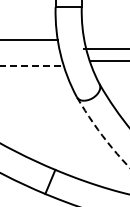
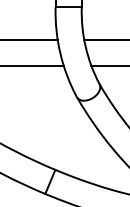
line at (105, 49) position: (105, 49) -> (105, 40)
line at (108, 61) position: (108, 61) -> (108, 66)
line at (32, 66): dashed -> solid
arc at (101, 134): dashed -> solid
